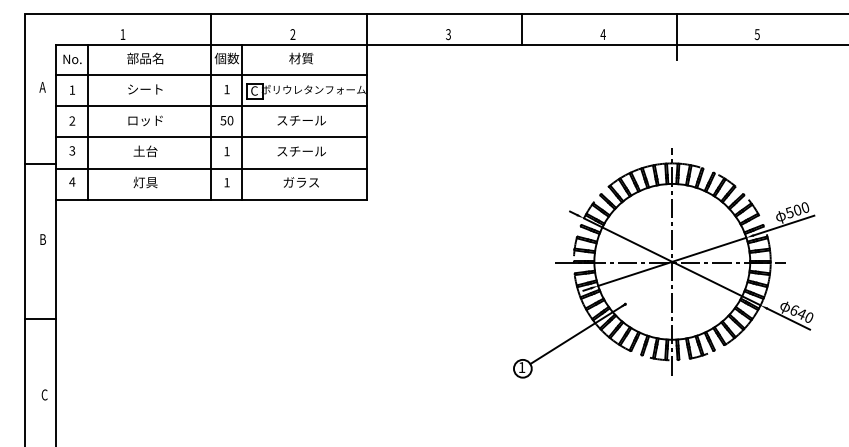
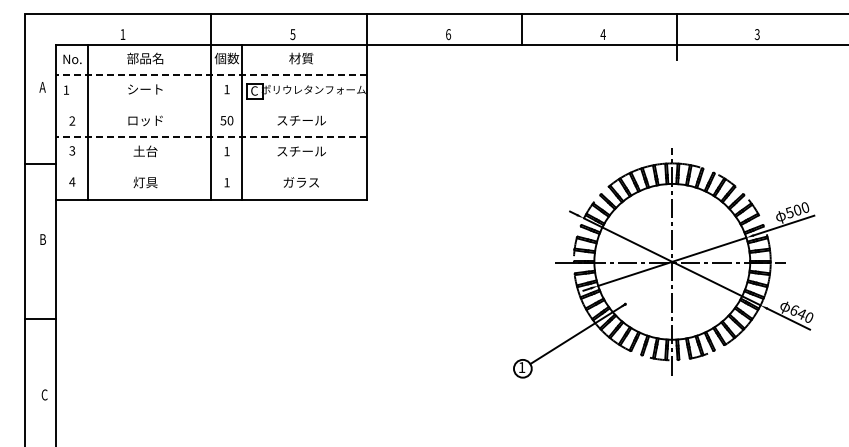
text at (292, 34): 2 -> 5
text at (448, 34): 3 -> 6
text at (757, 34): 5 -> 3
line at (210, 75): solid -> dashed
text at (72, 89) position: (72, 89) -> (66, 89)
line at (211, 106): present -> none
line at (210, 137): solid -> dashed
line at (211, 168): present -> none
